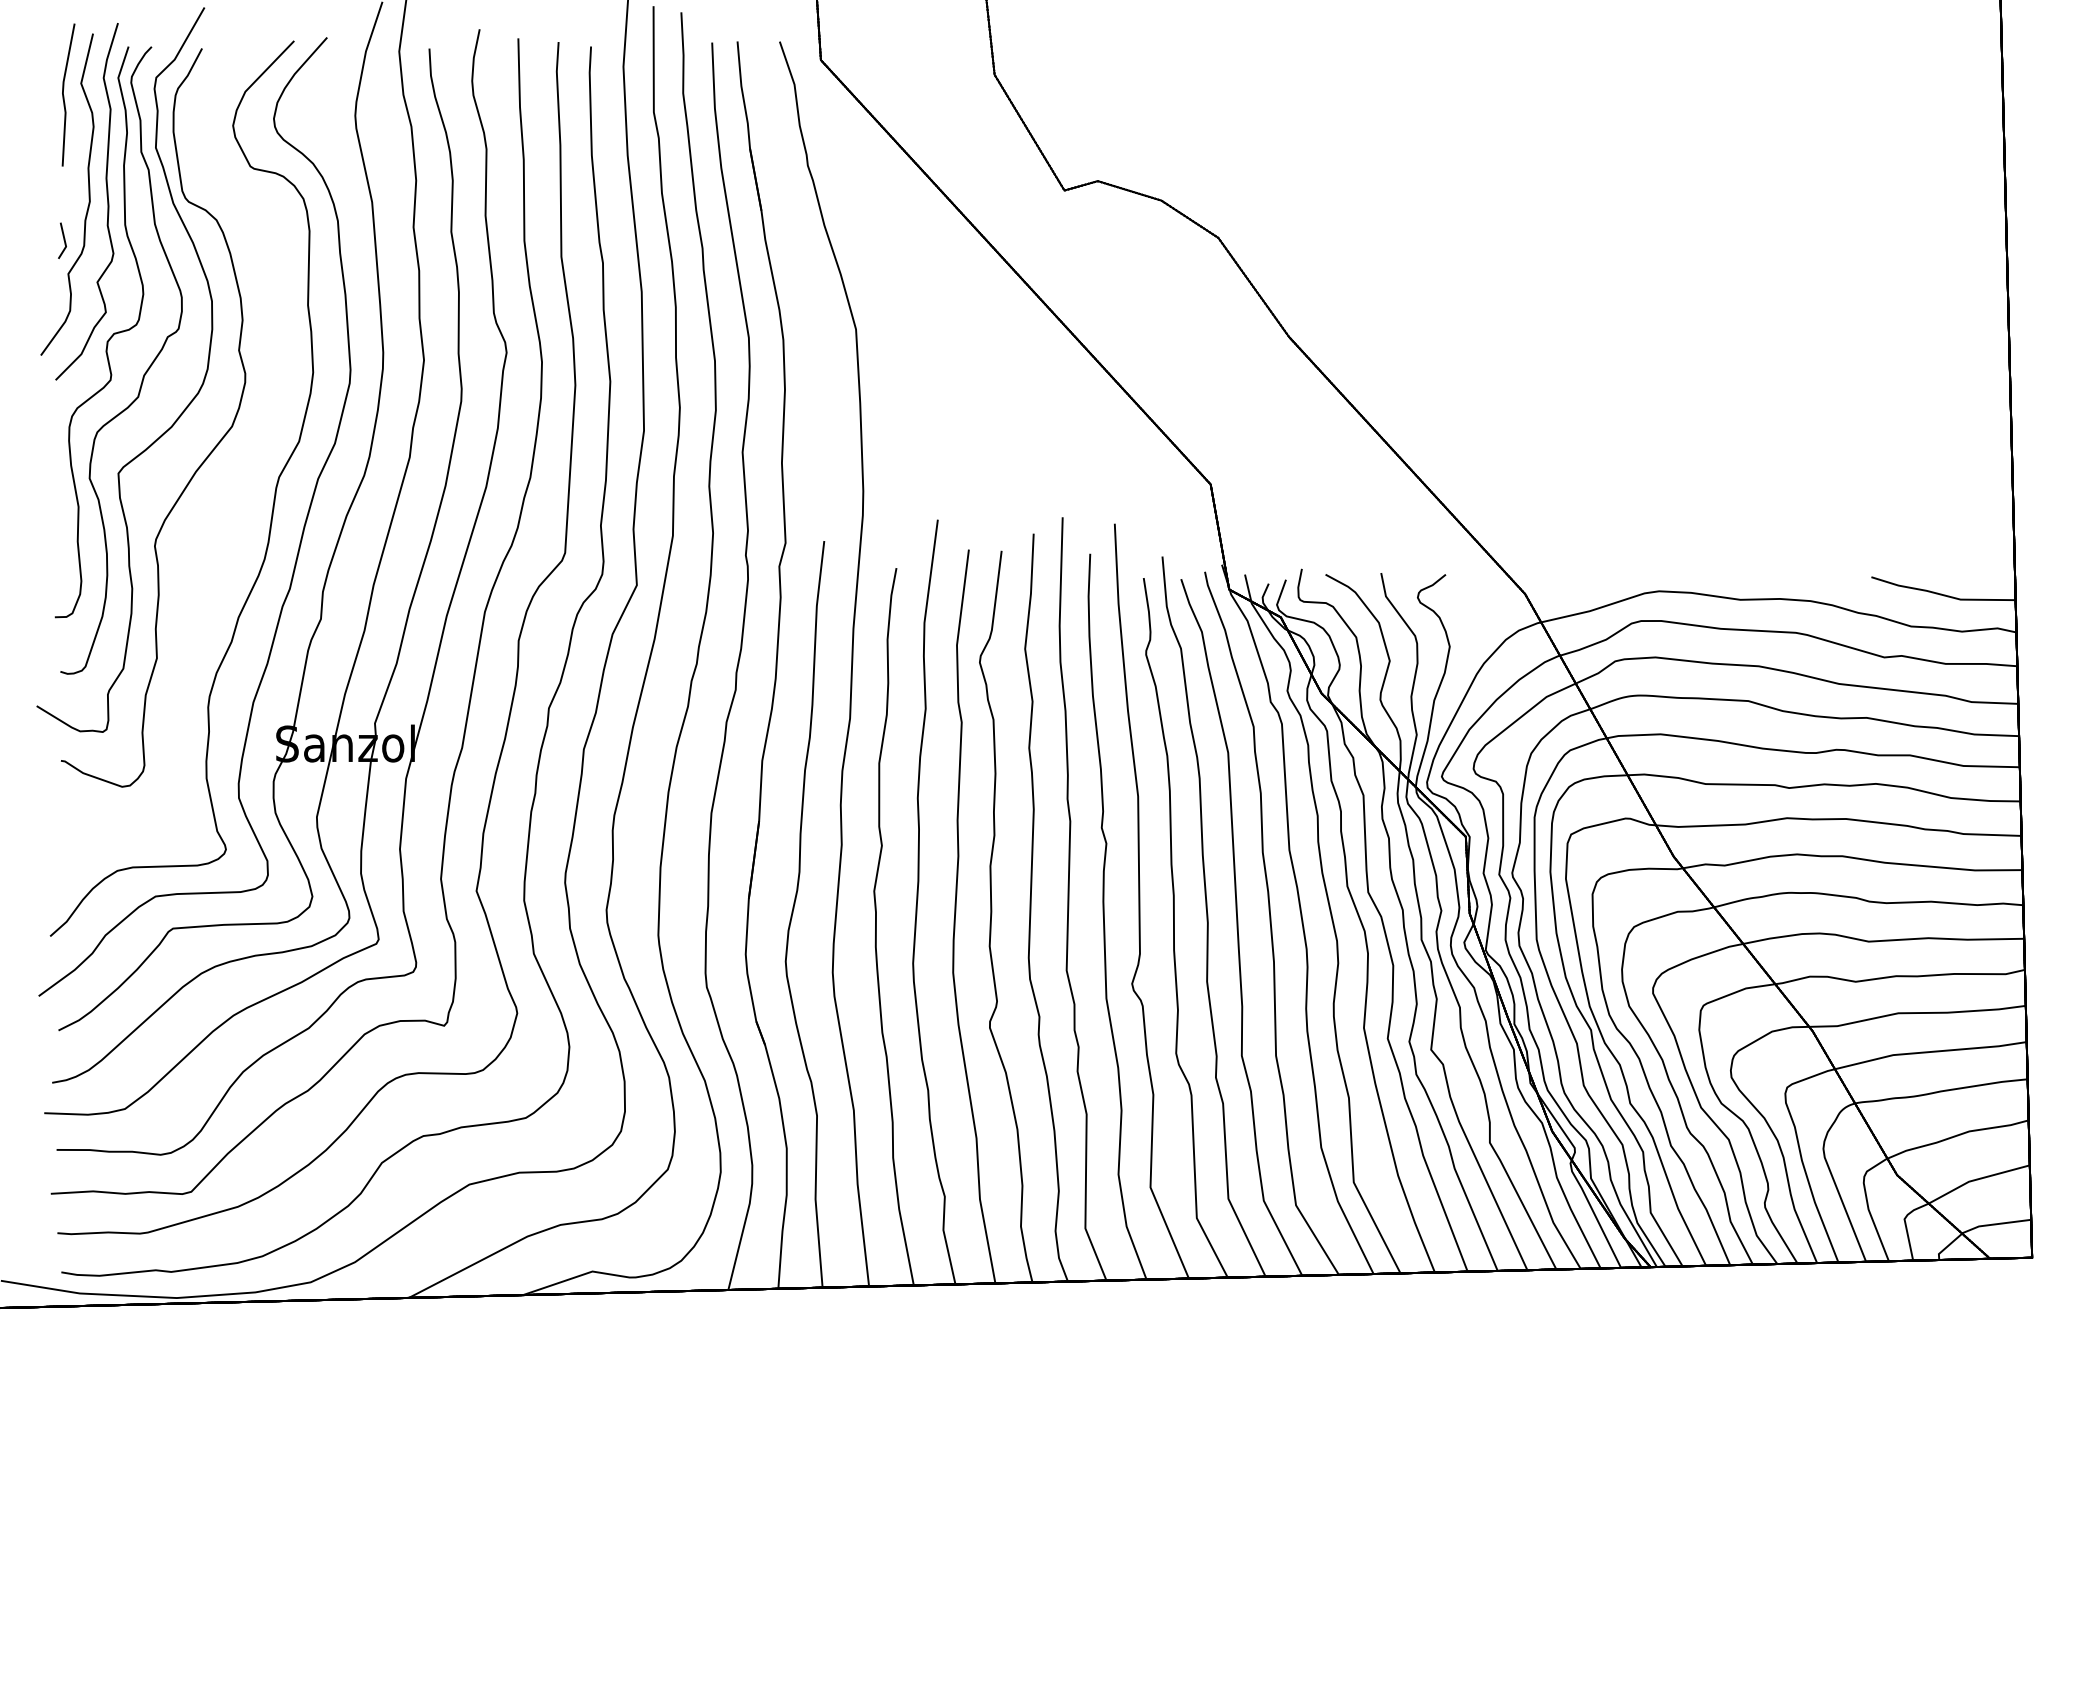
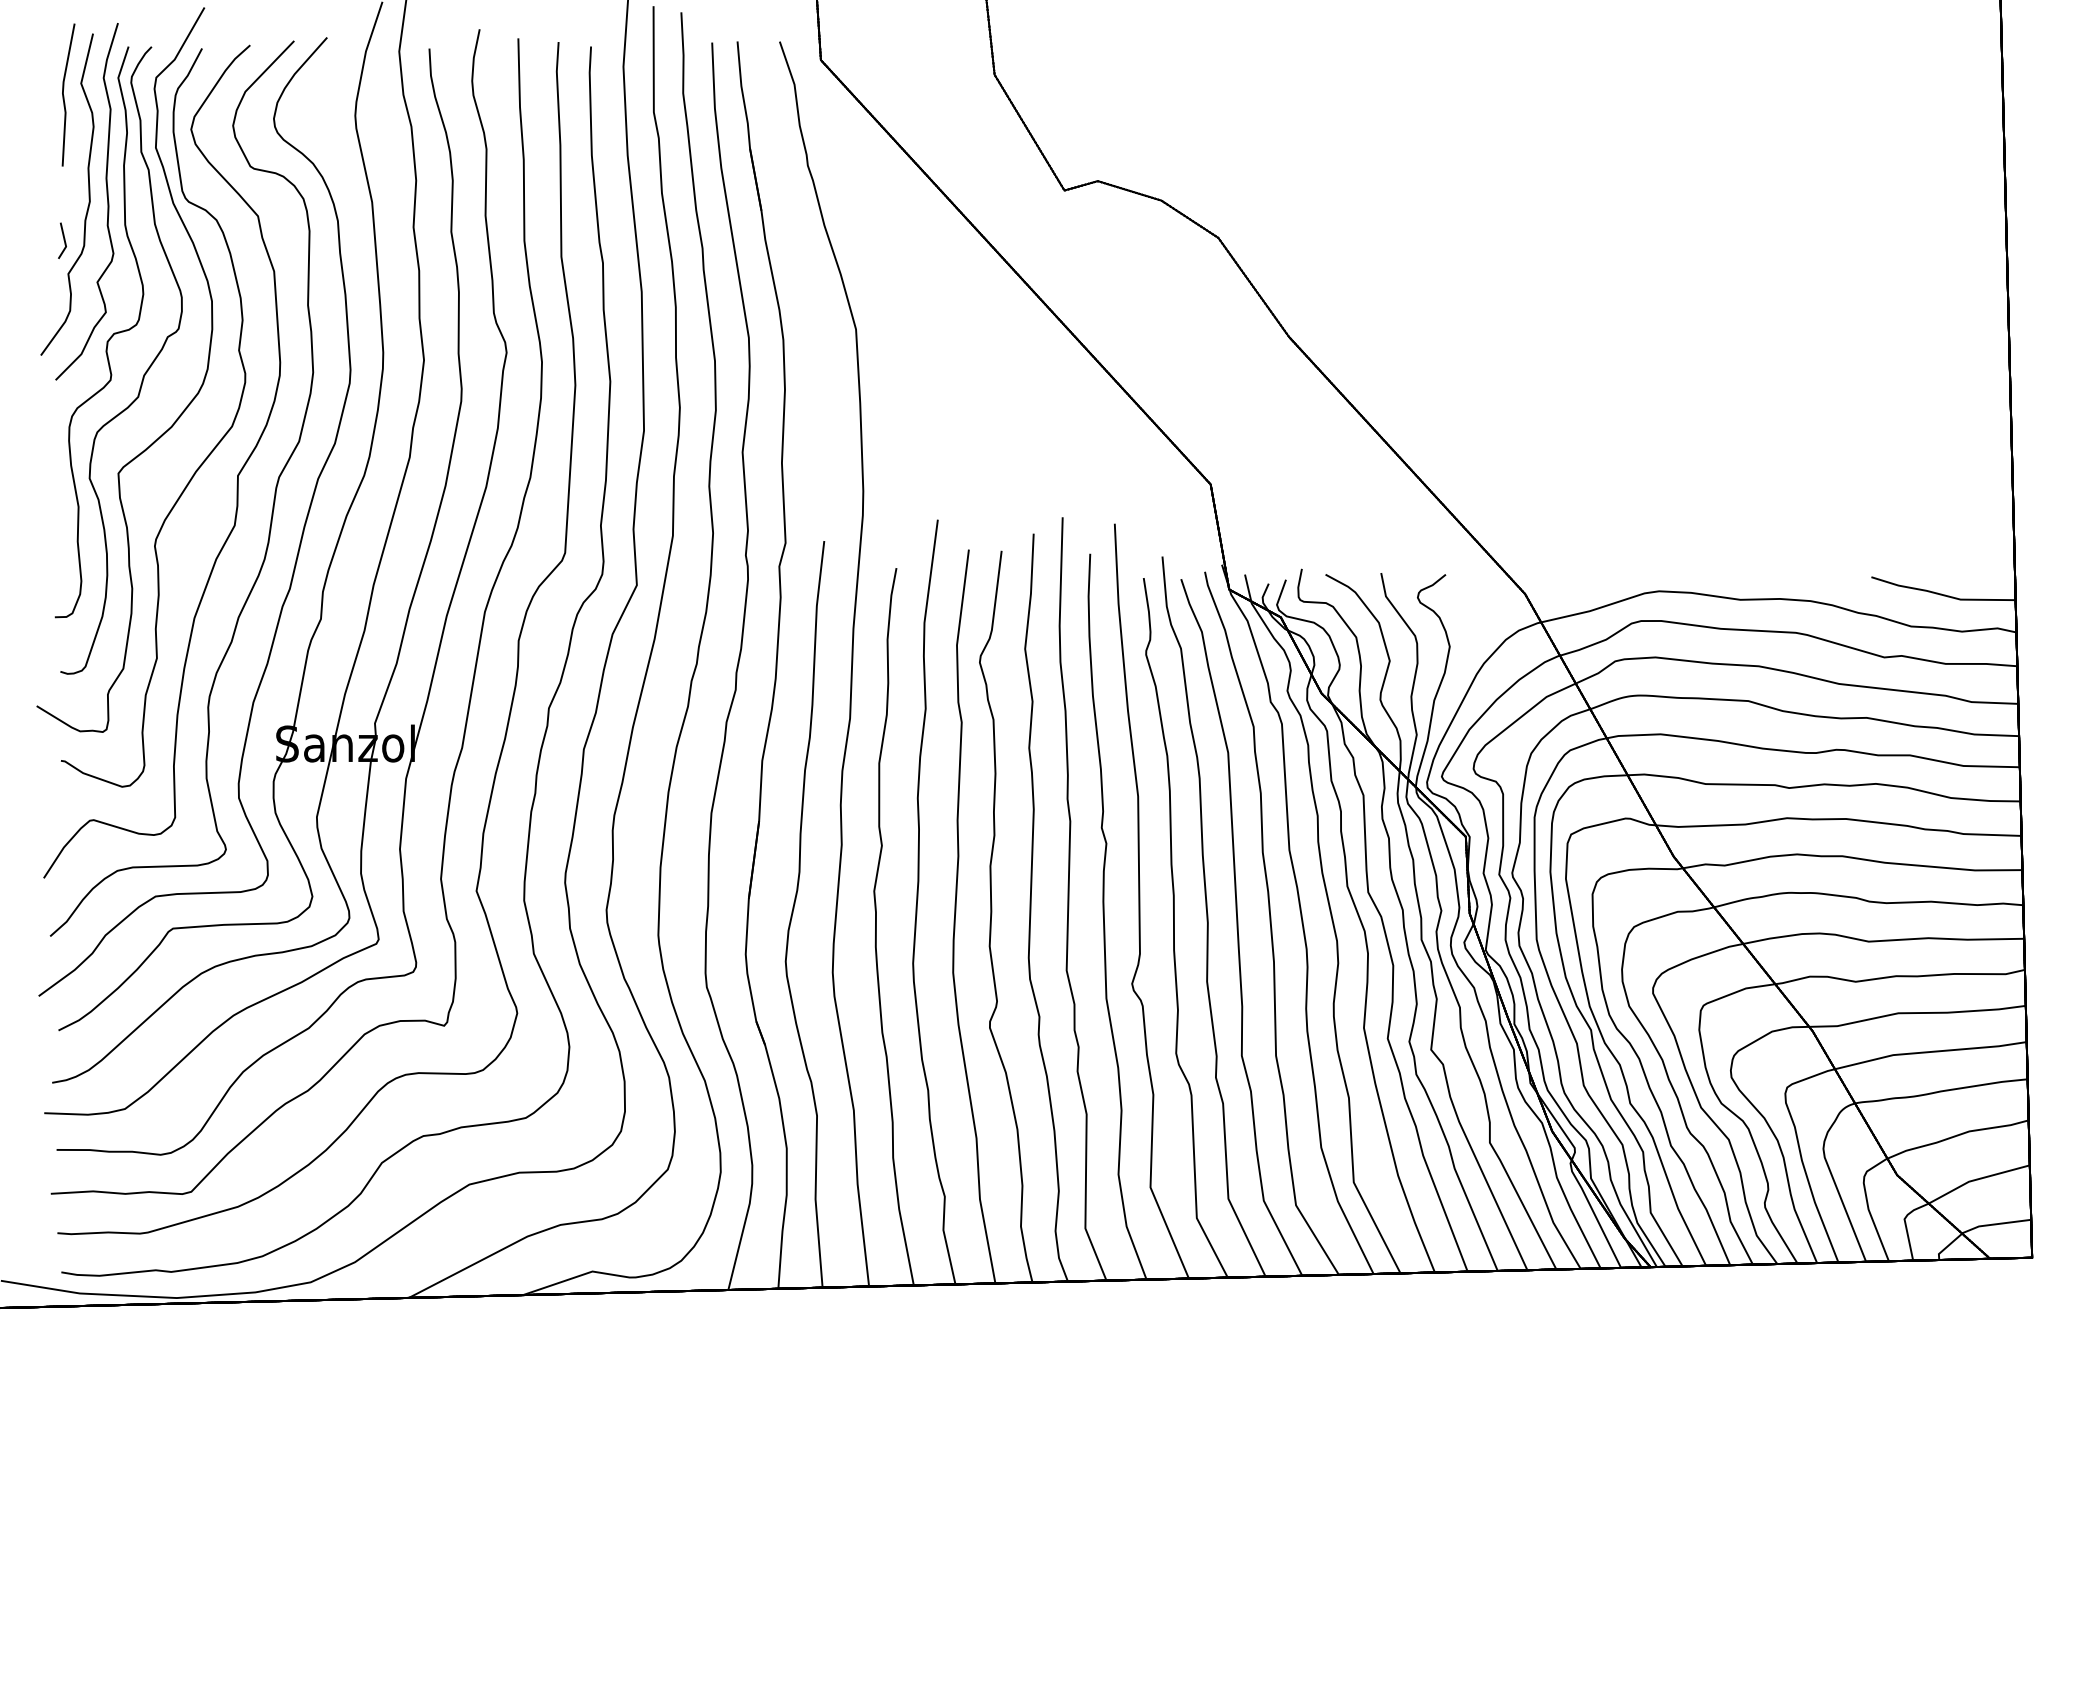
curve at (237, 474): none -> present
